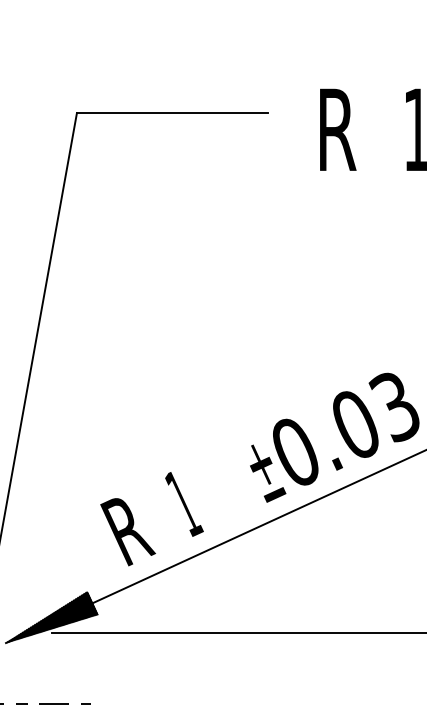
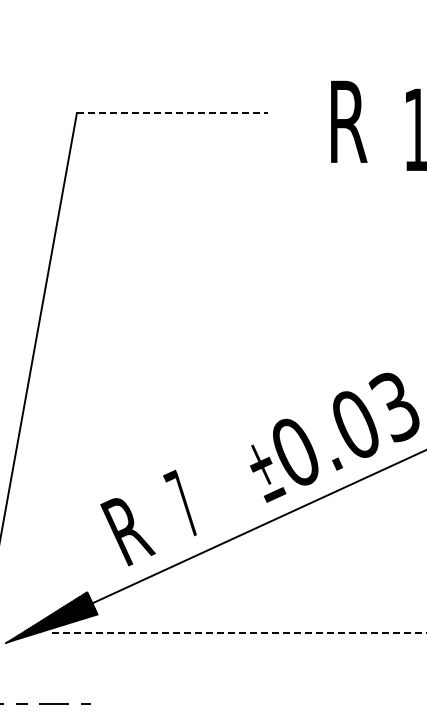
line at (172, 113): solid -> dashed
text at (338, 129) position: (338, 129) -> (349, 121)
text at (183, 502): 1 -> 7
line at (239, 632): solid -> dashed
